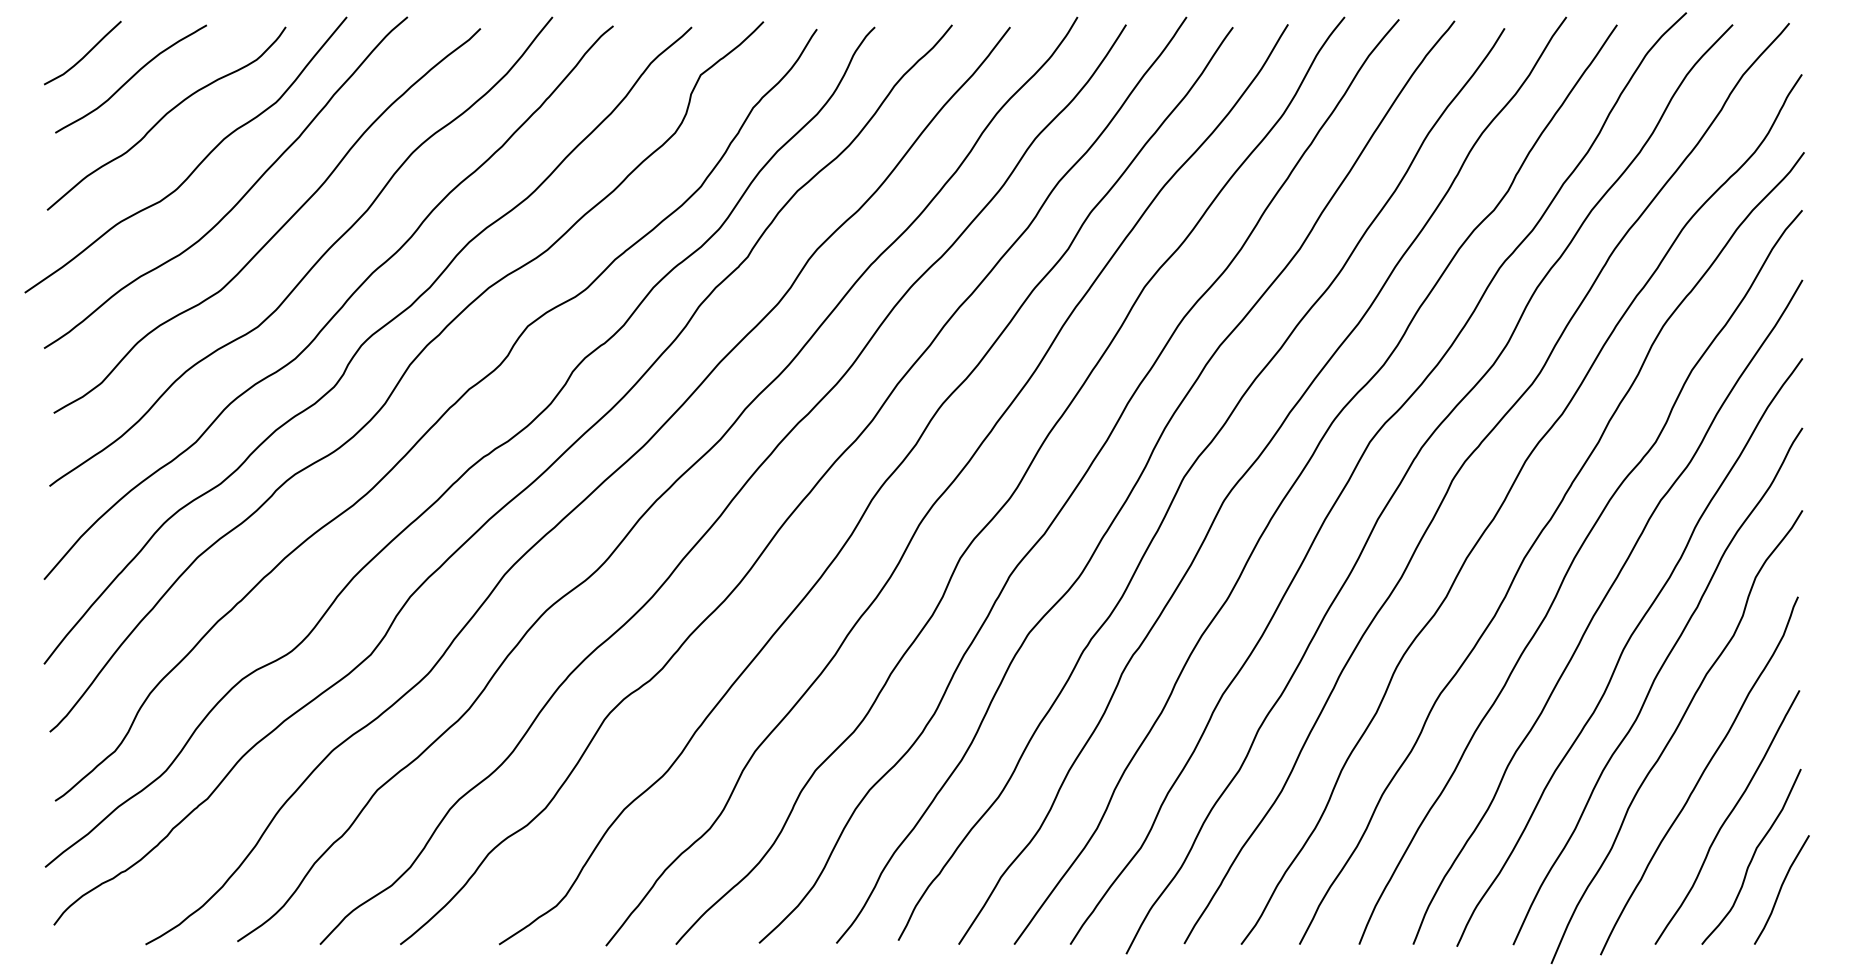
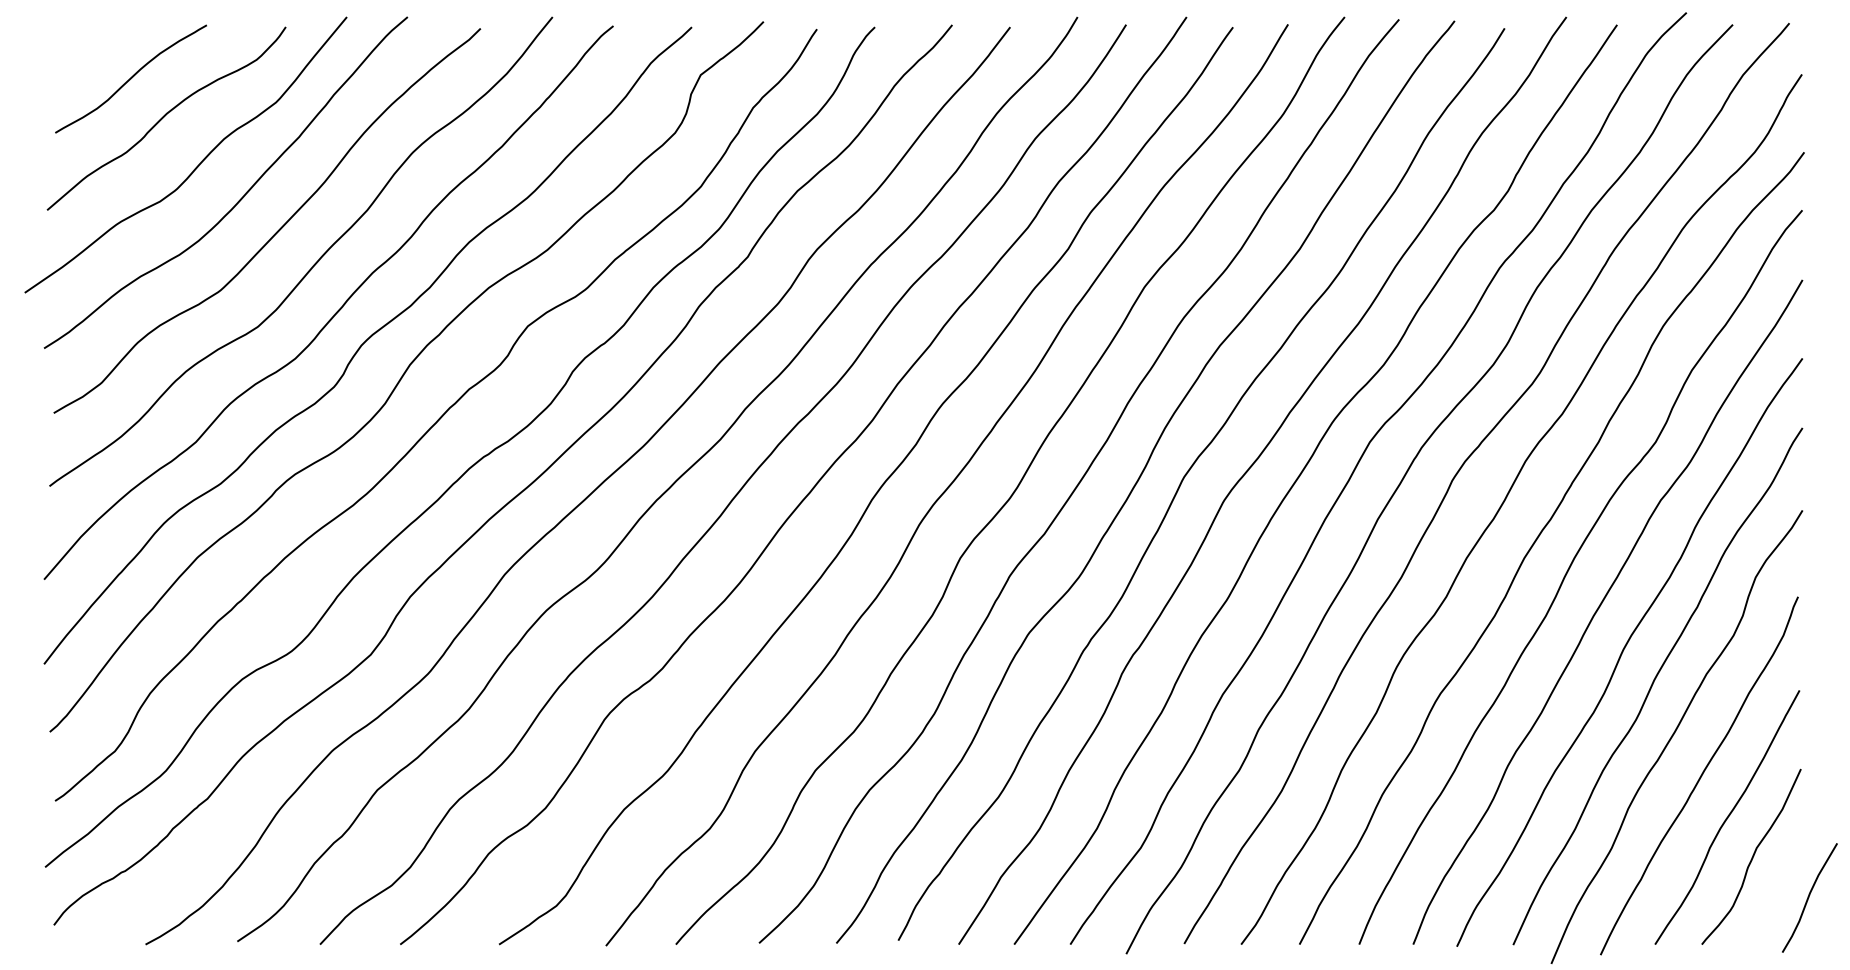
curve at (85, 54): present -> none
curve at (1781, 889) position: (1781, 889) -> (1809, 897)
